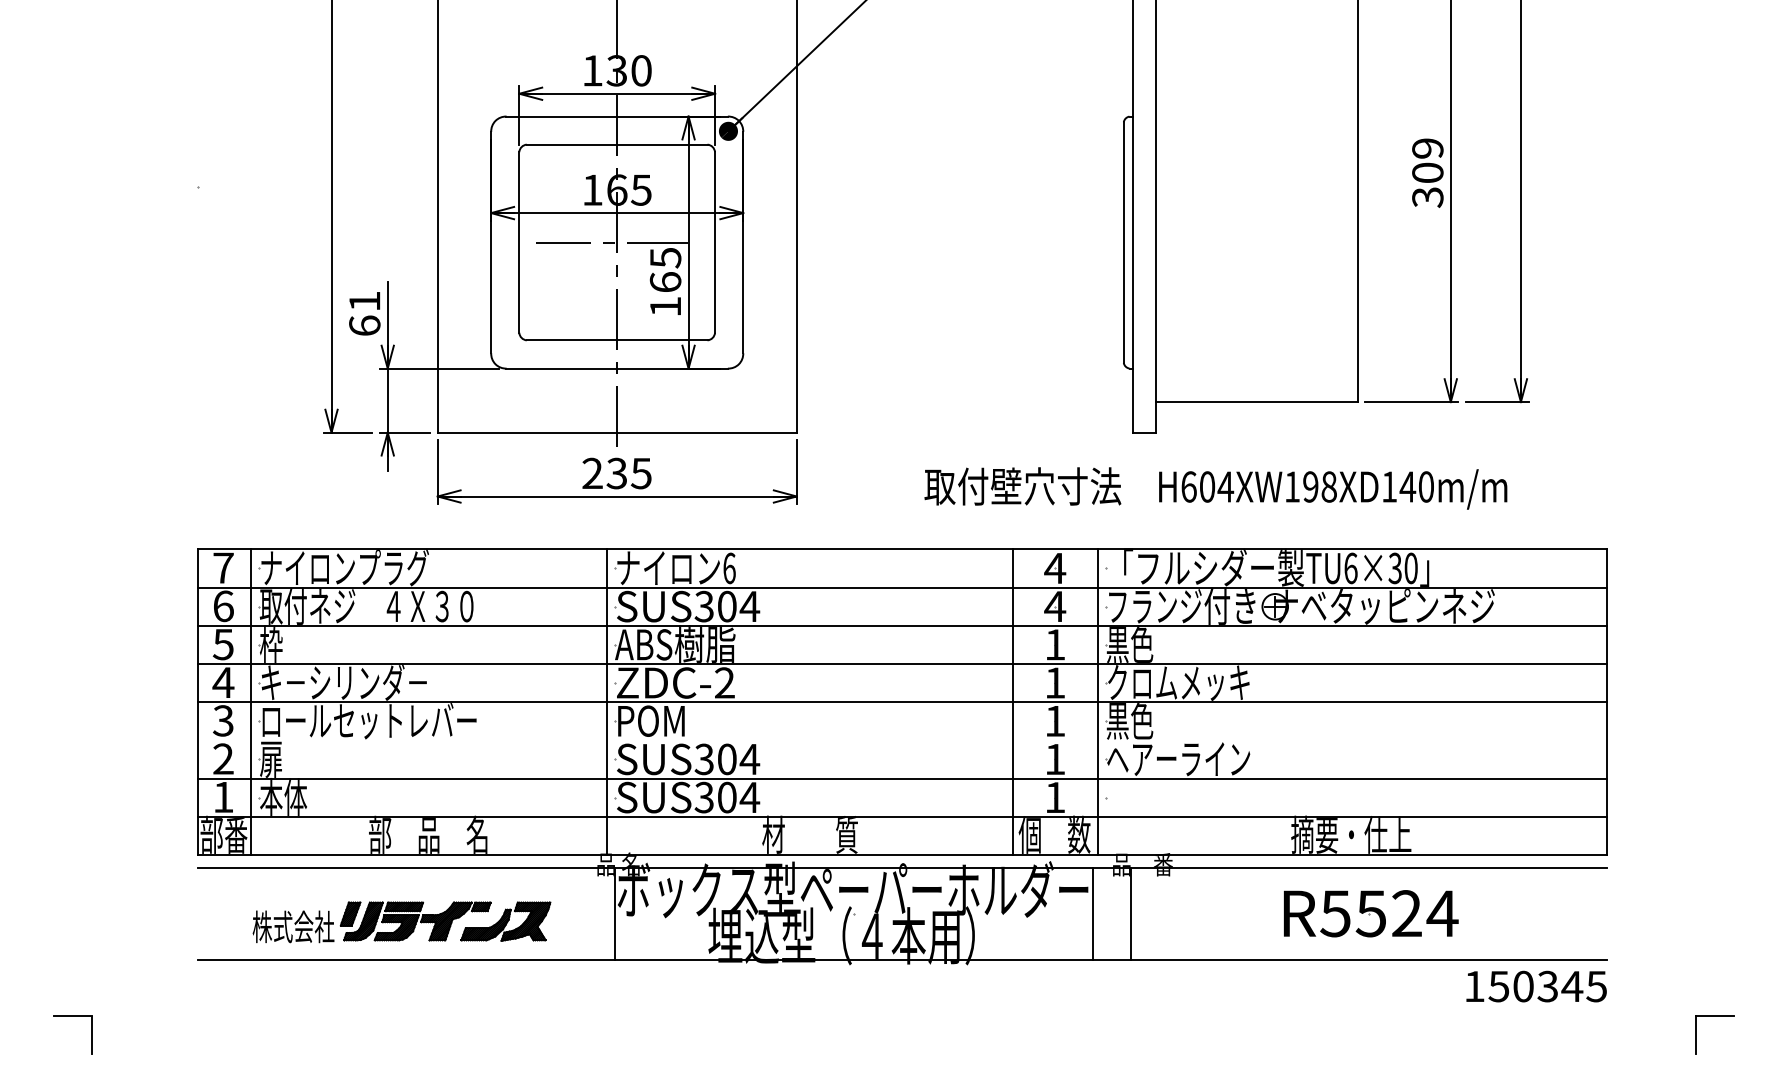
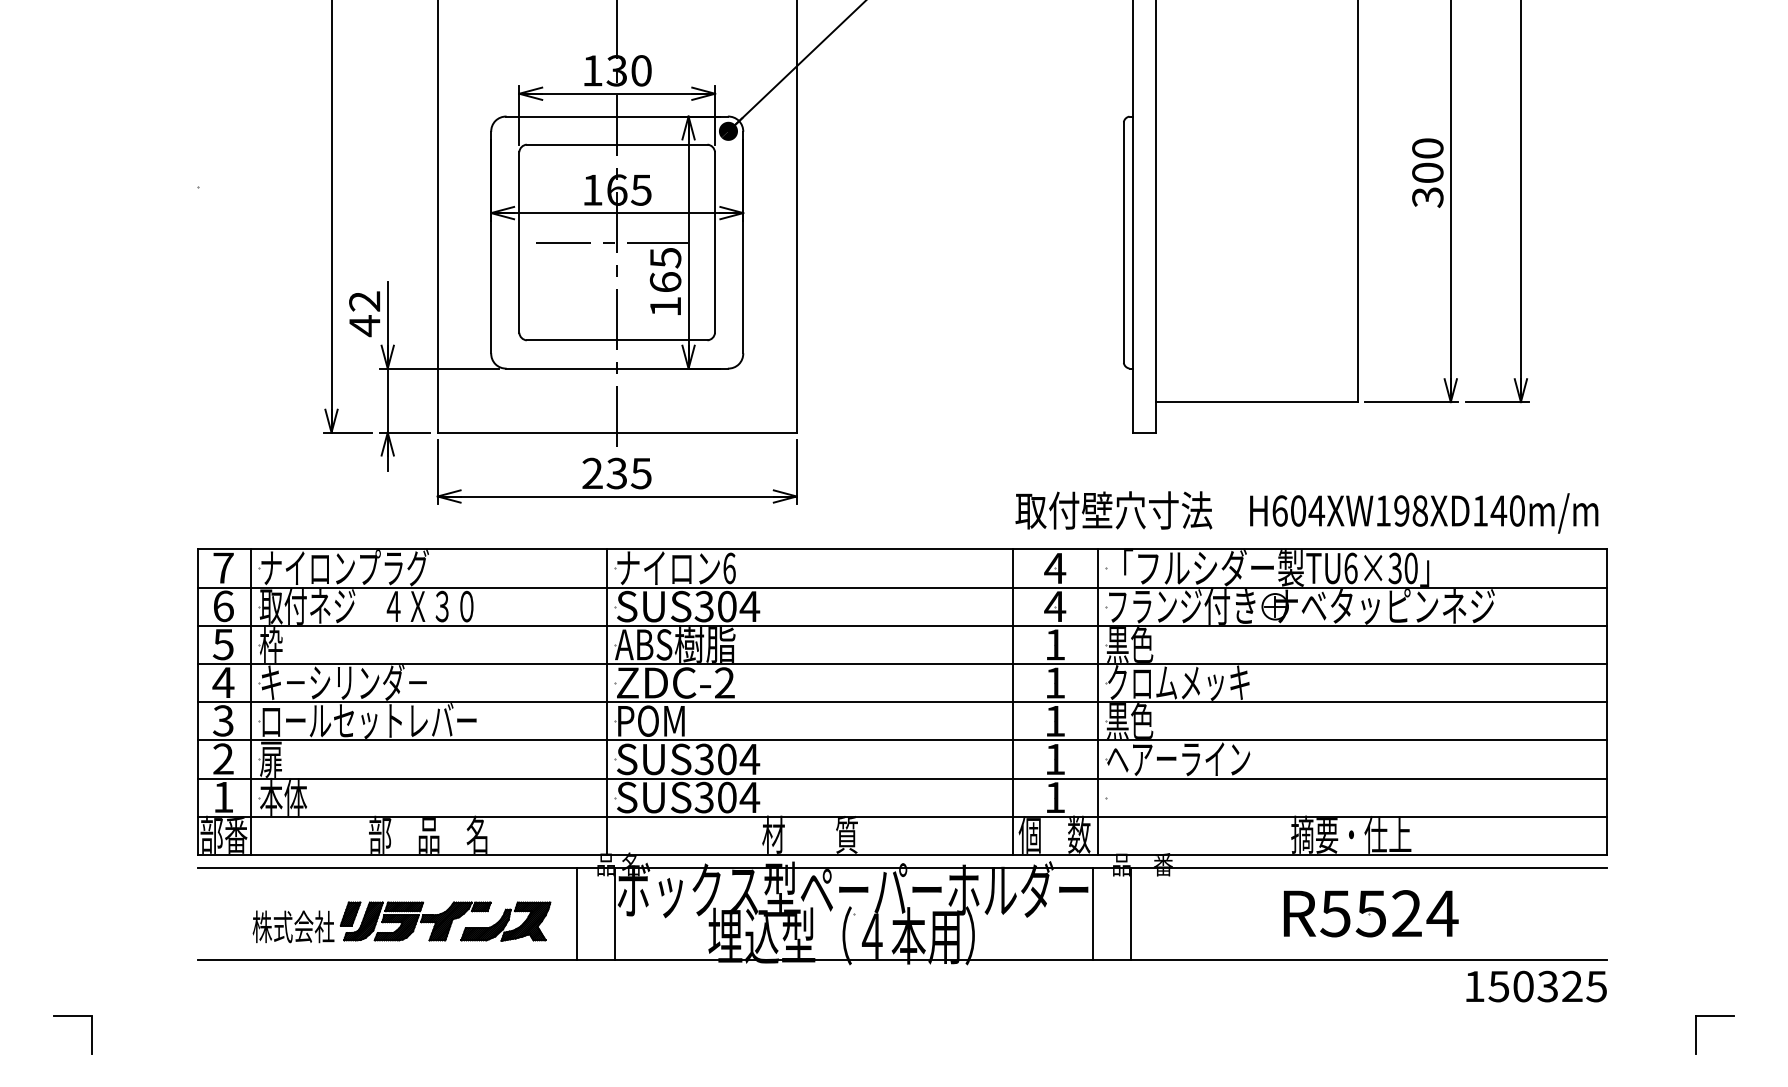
text at (1427, 148): 309 -> 300
text at (364, 314): 61 -> 42
text at (1215, 488) position: (1215, 488) -> (1306, 512)
line at (902, 740): none -> present
line at (576, 913): none -> present
text at (1572, 985): 150345 -> 150325
